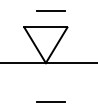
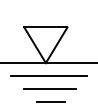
line at (50, 10): present -> none
line at (49, 76): none -> present
line at (50, 89): none -> present
